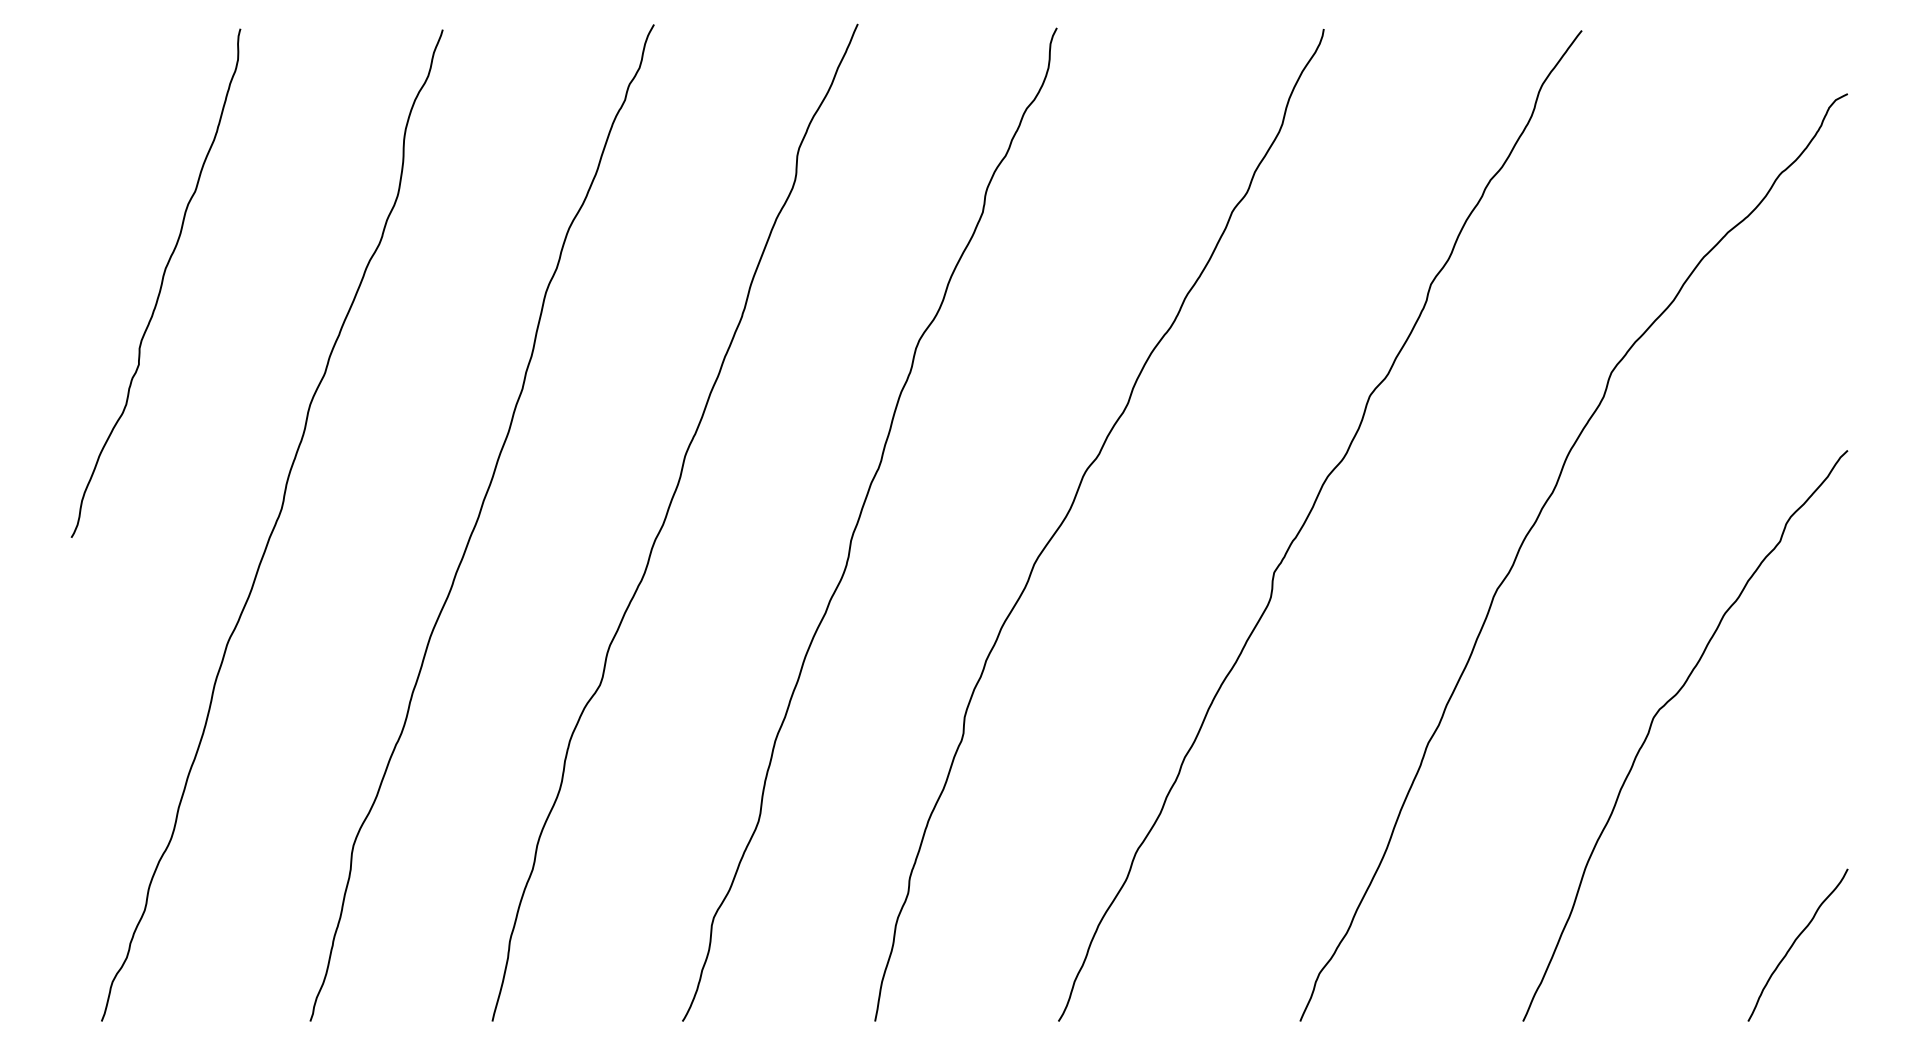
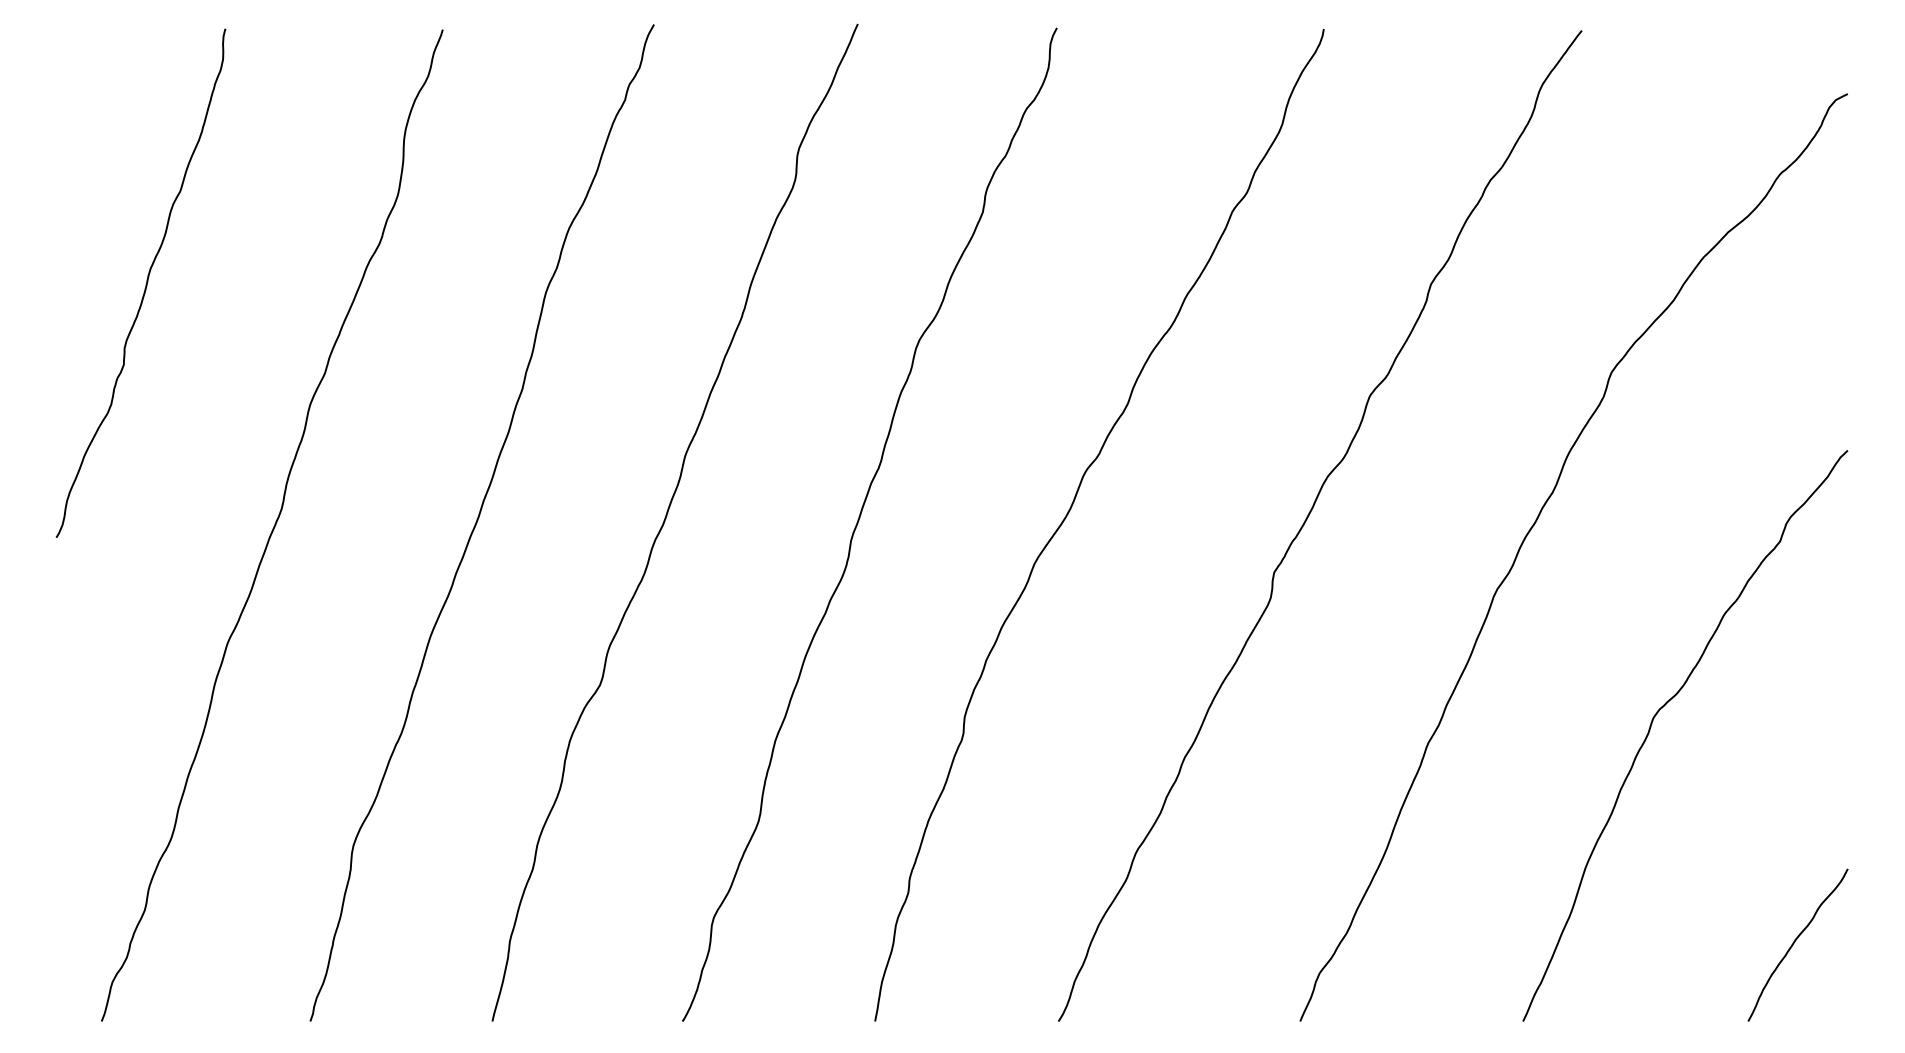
curve at (160, 284) position: (160, 284) -> (145, 284)
